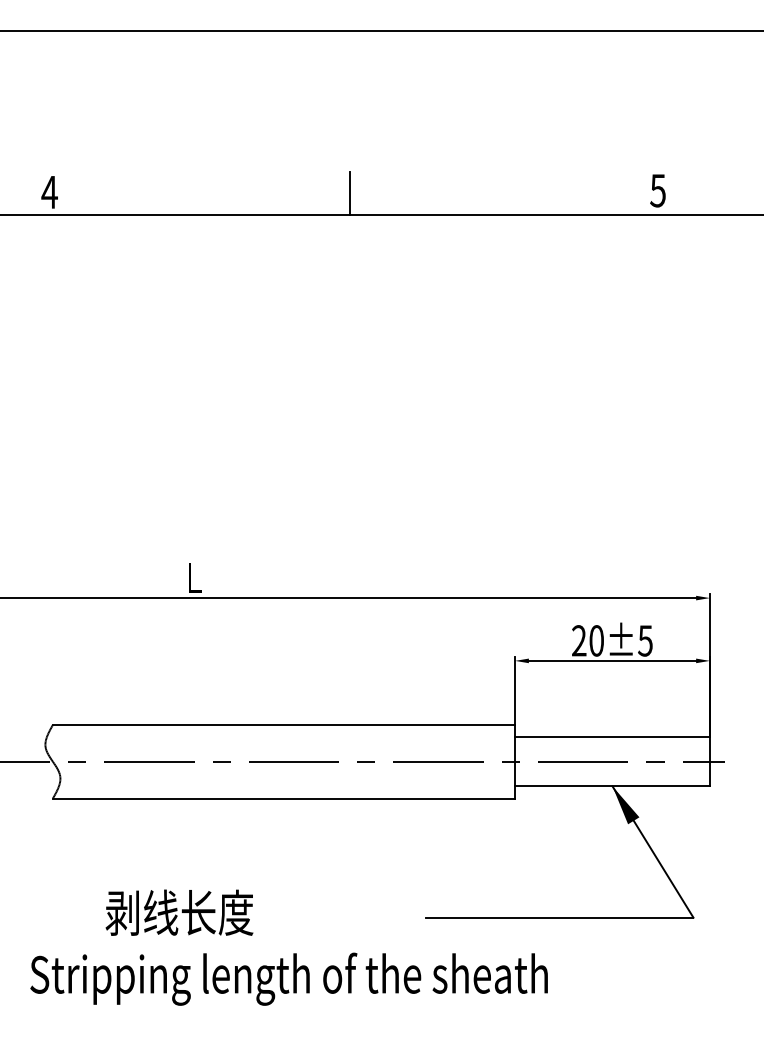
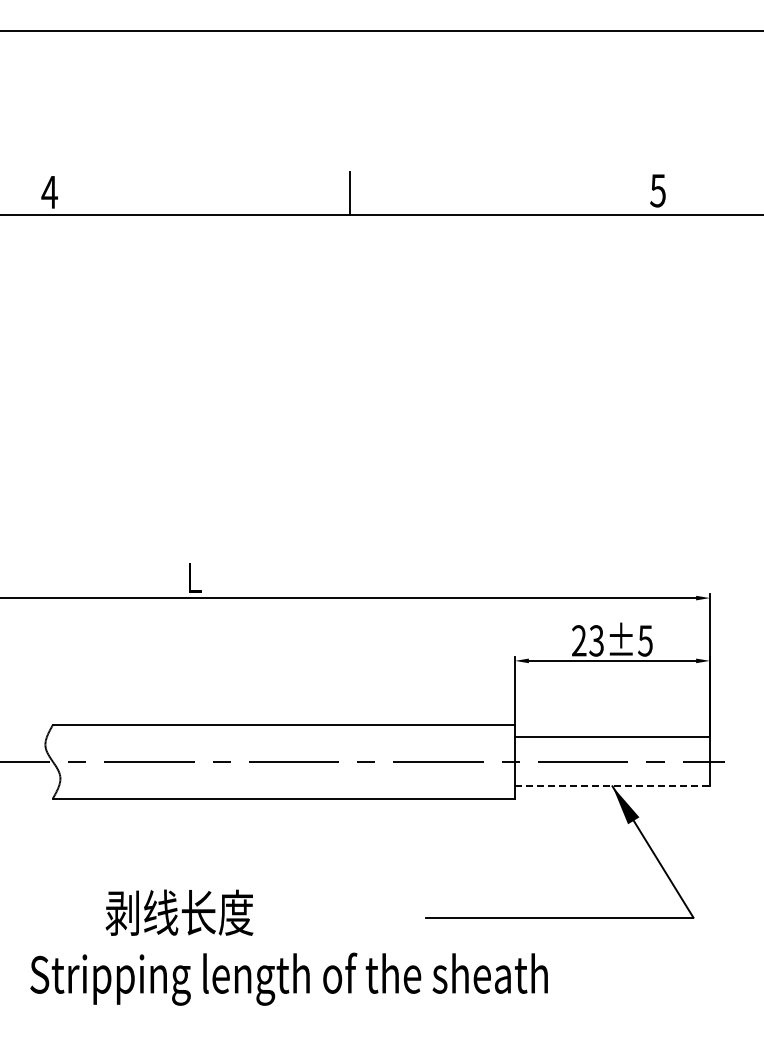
text at (596, 640): 20±5 -> 23±5
line at (613, 786): solid -> dashed
